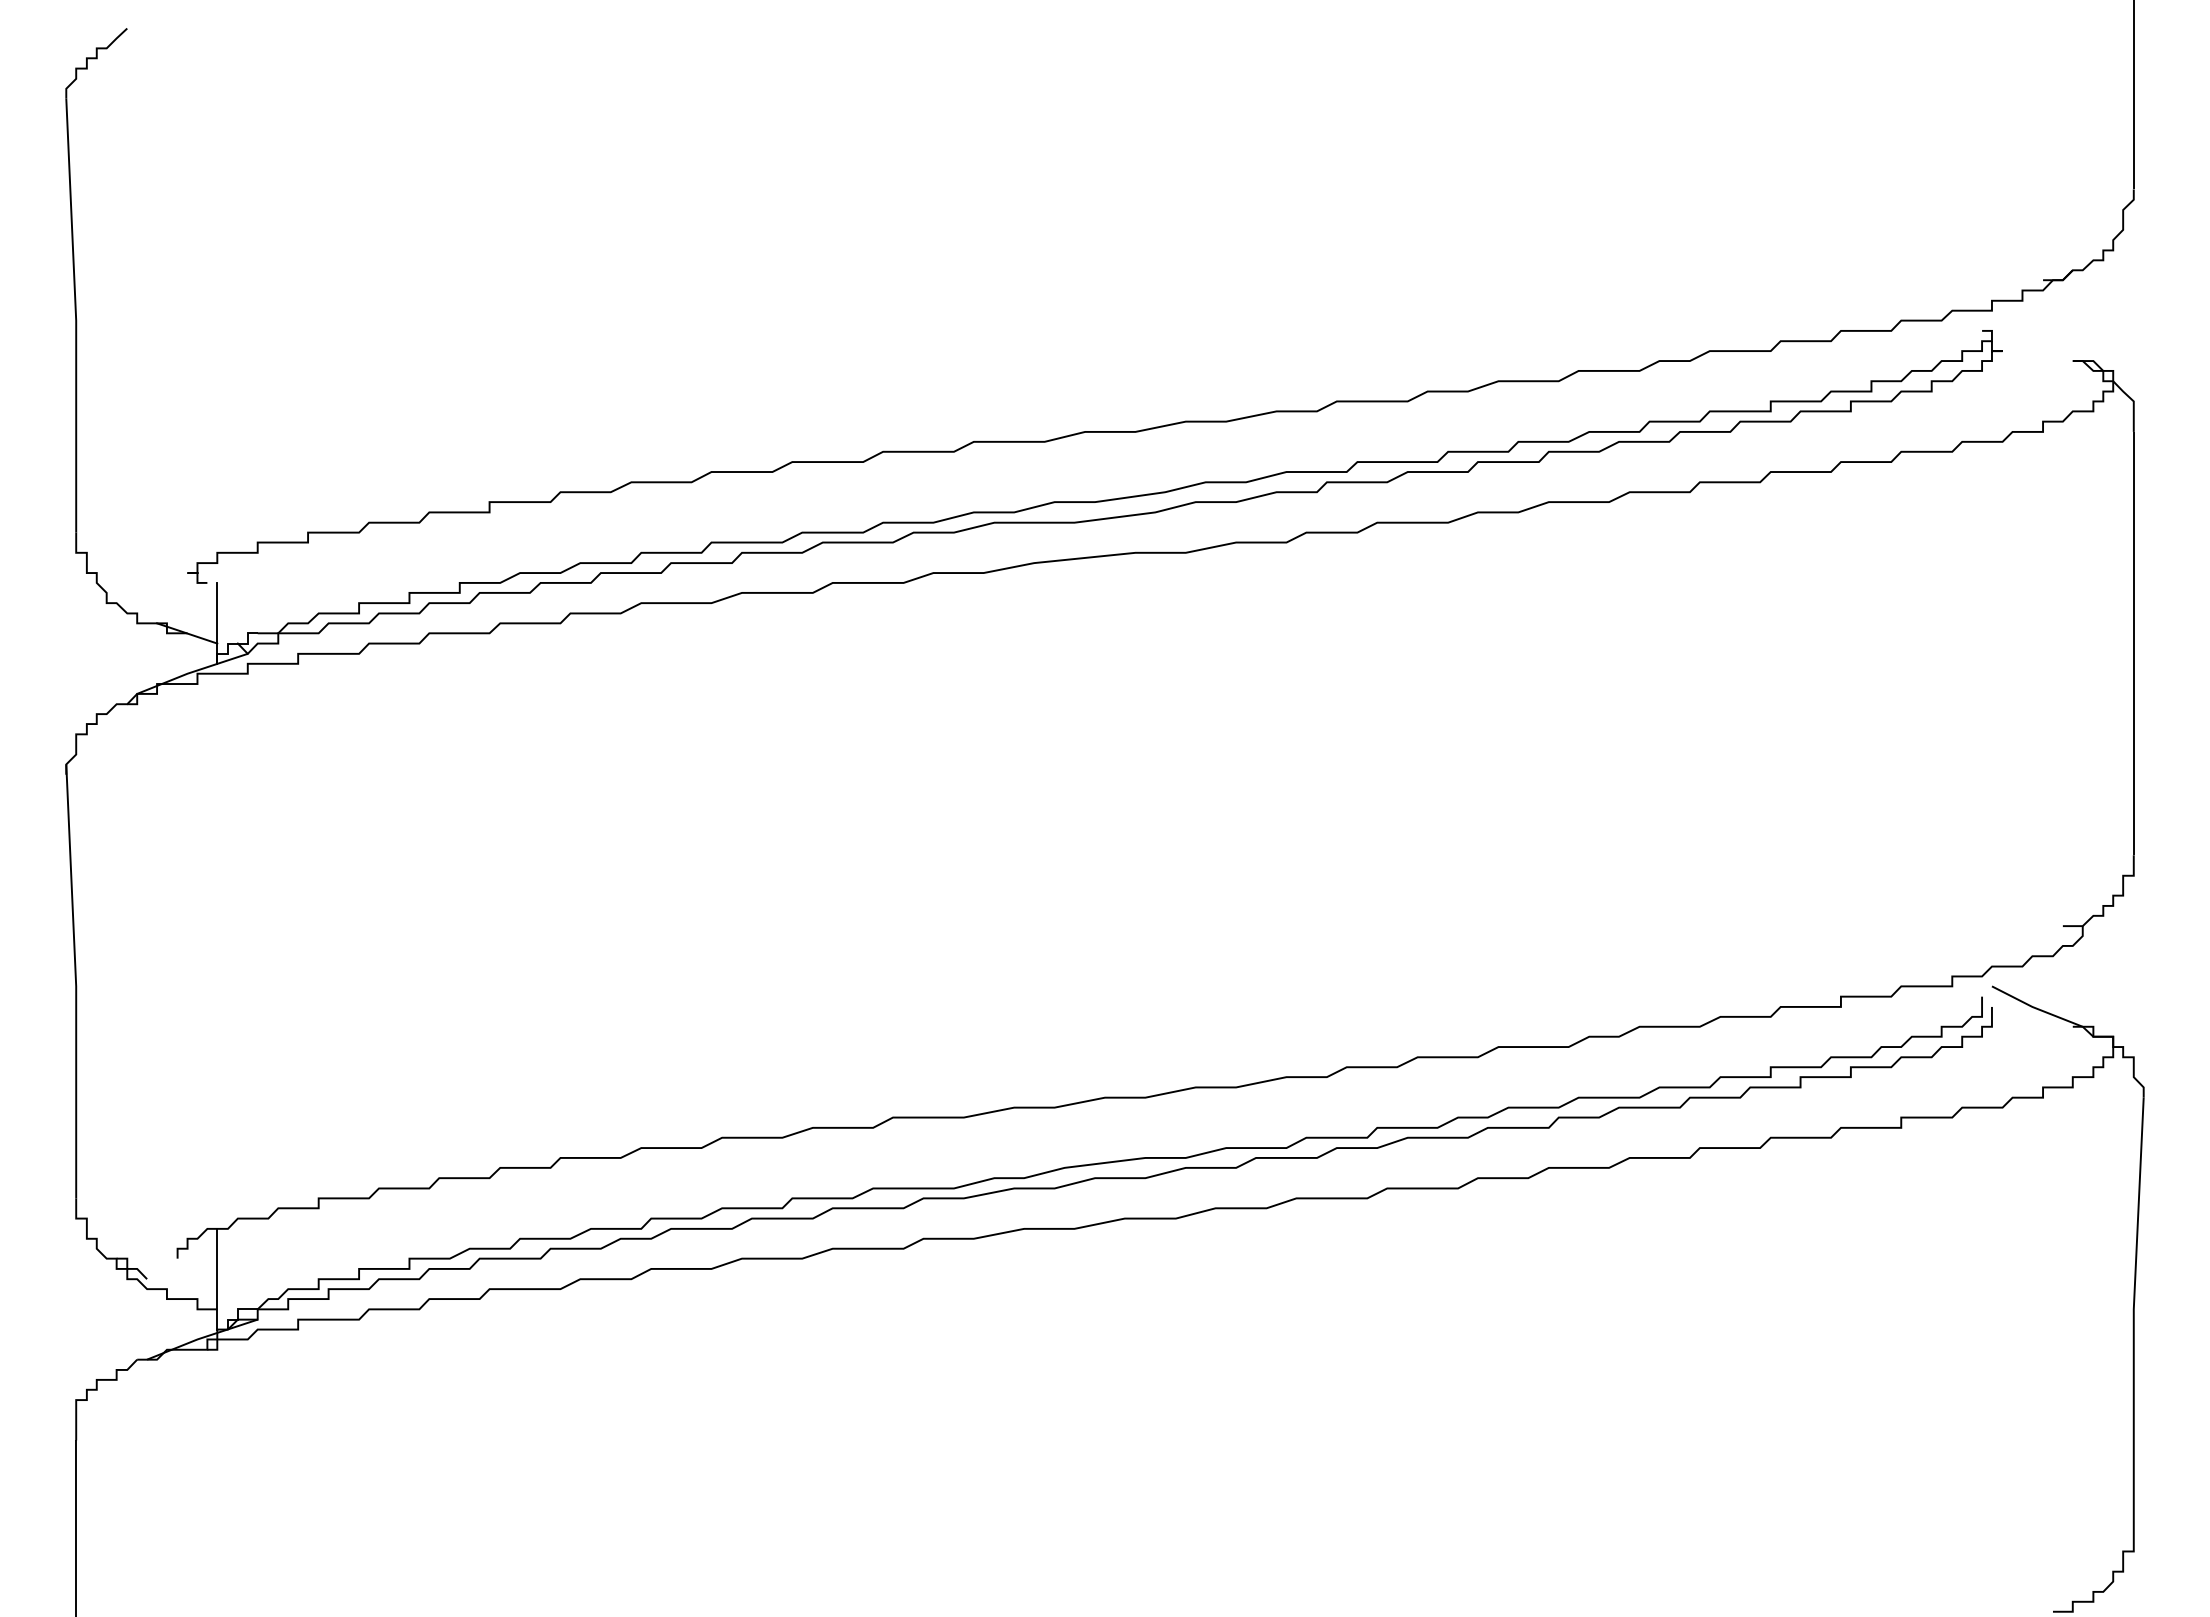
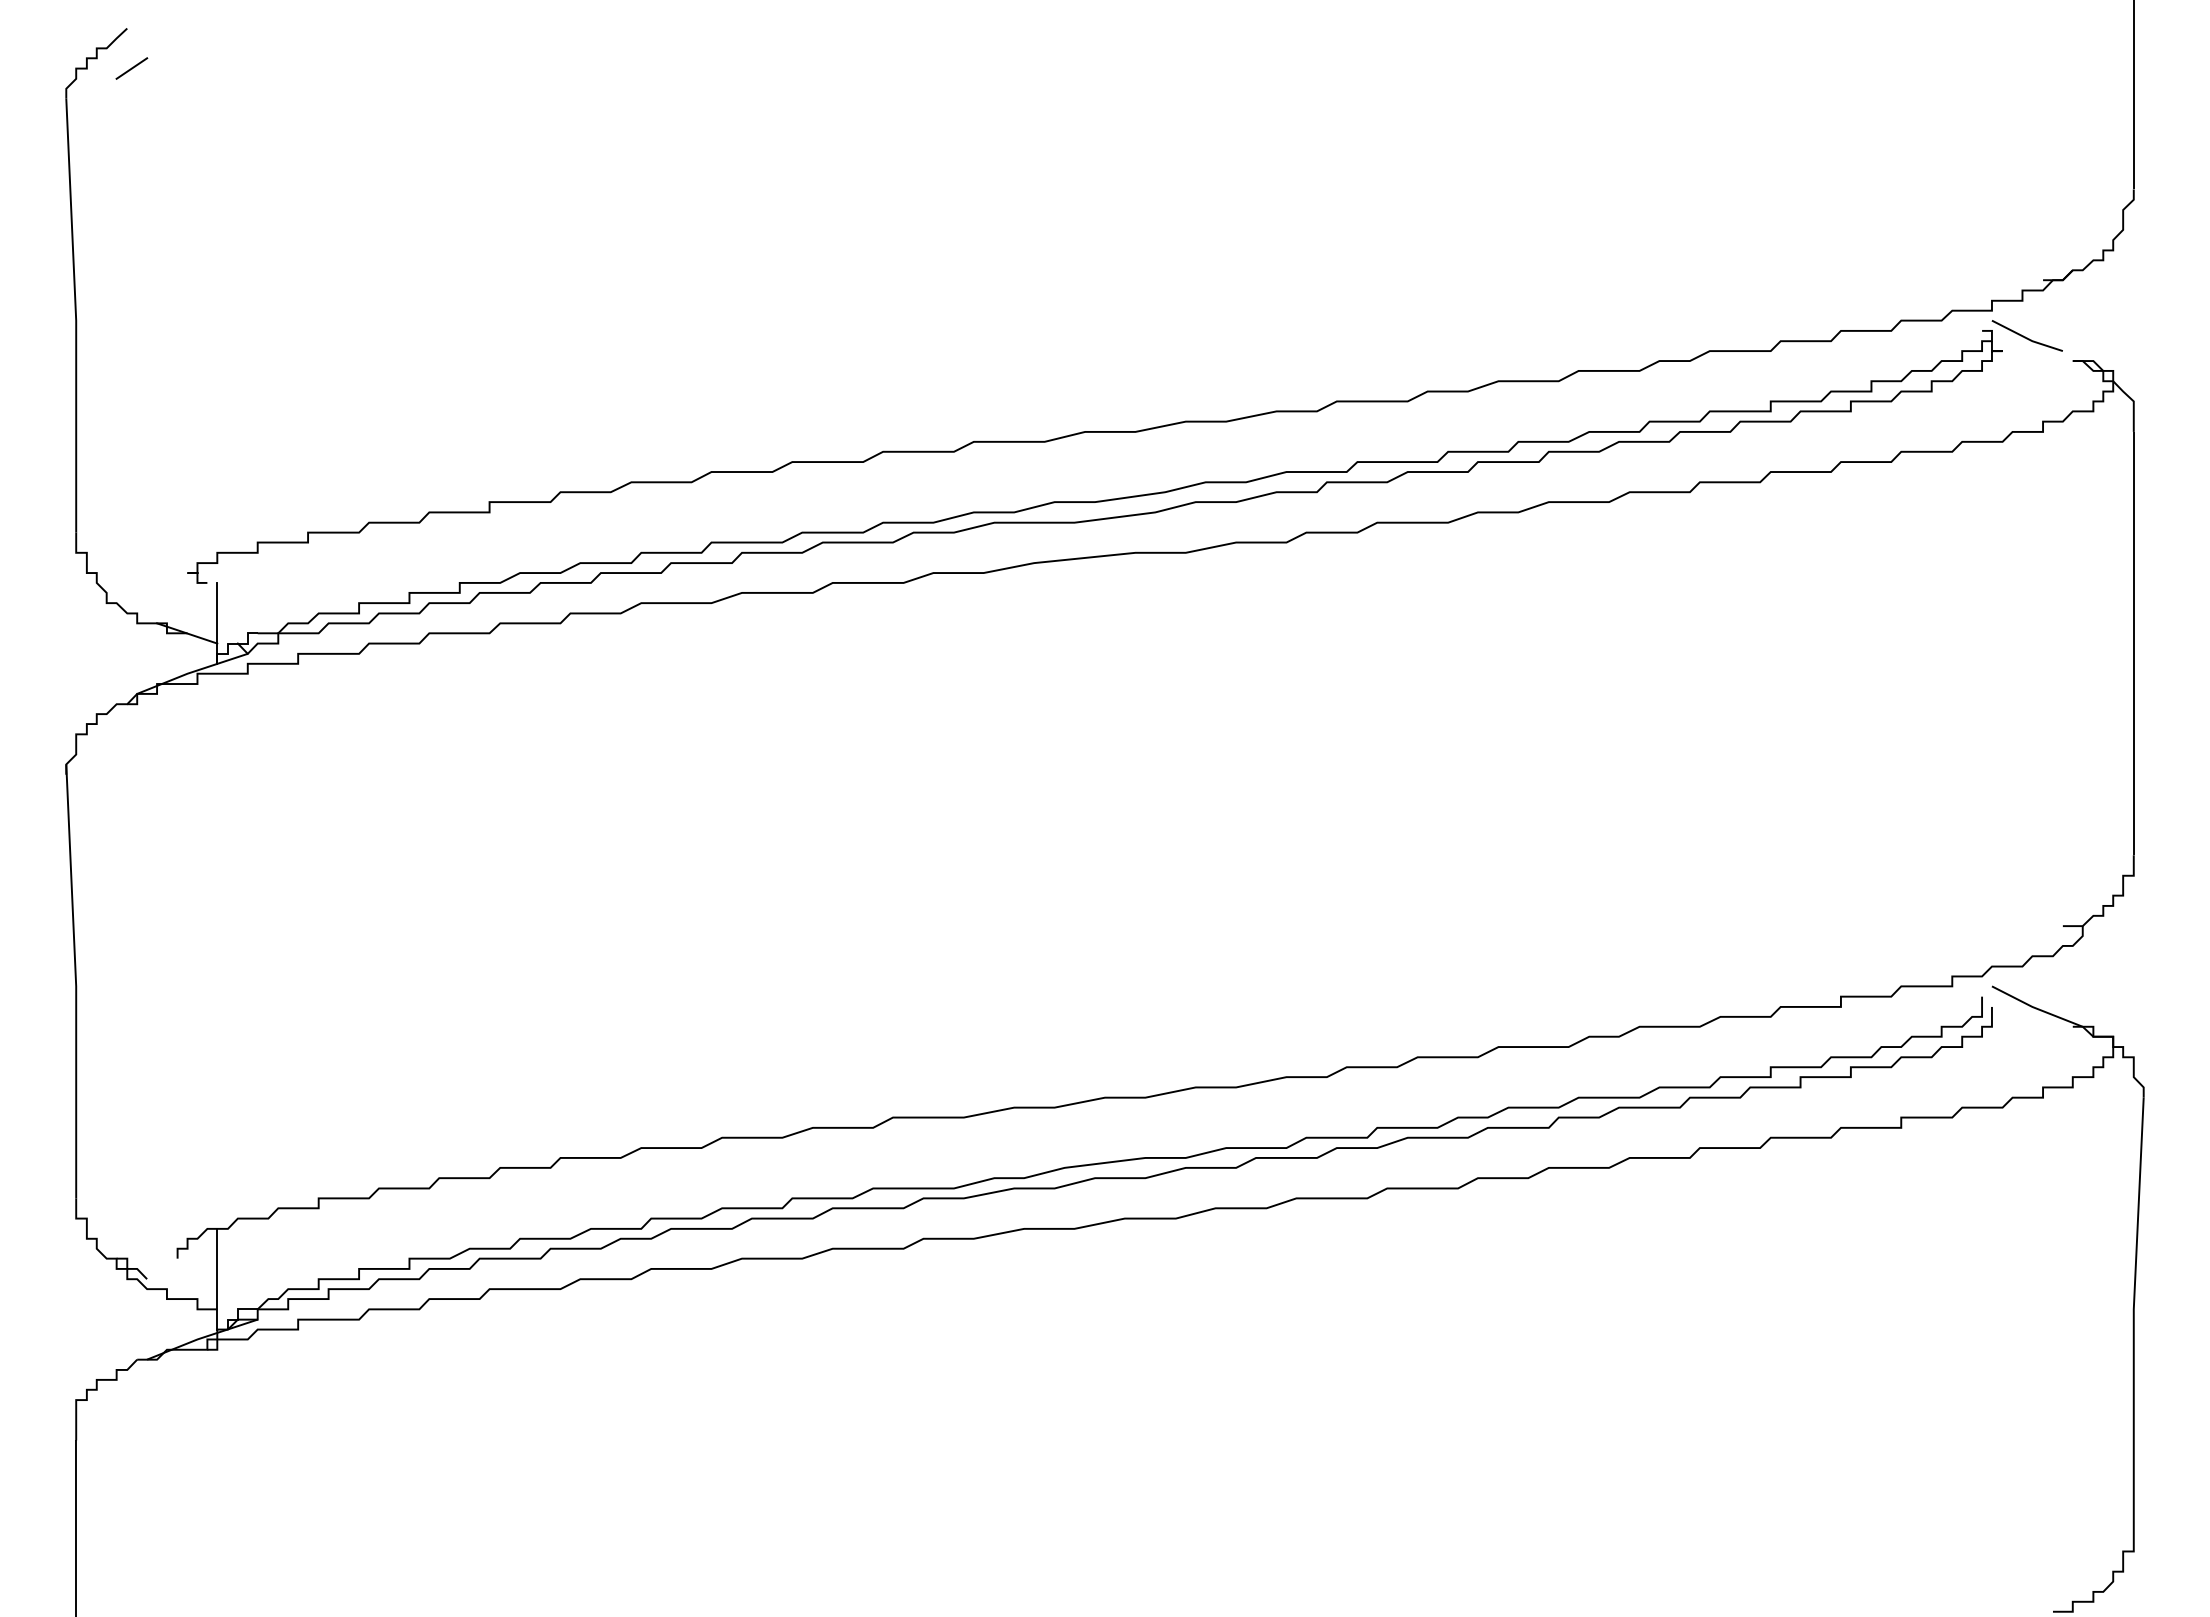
line at (131, 68): none -> present
line at (2025, 336): none -> present
